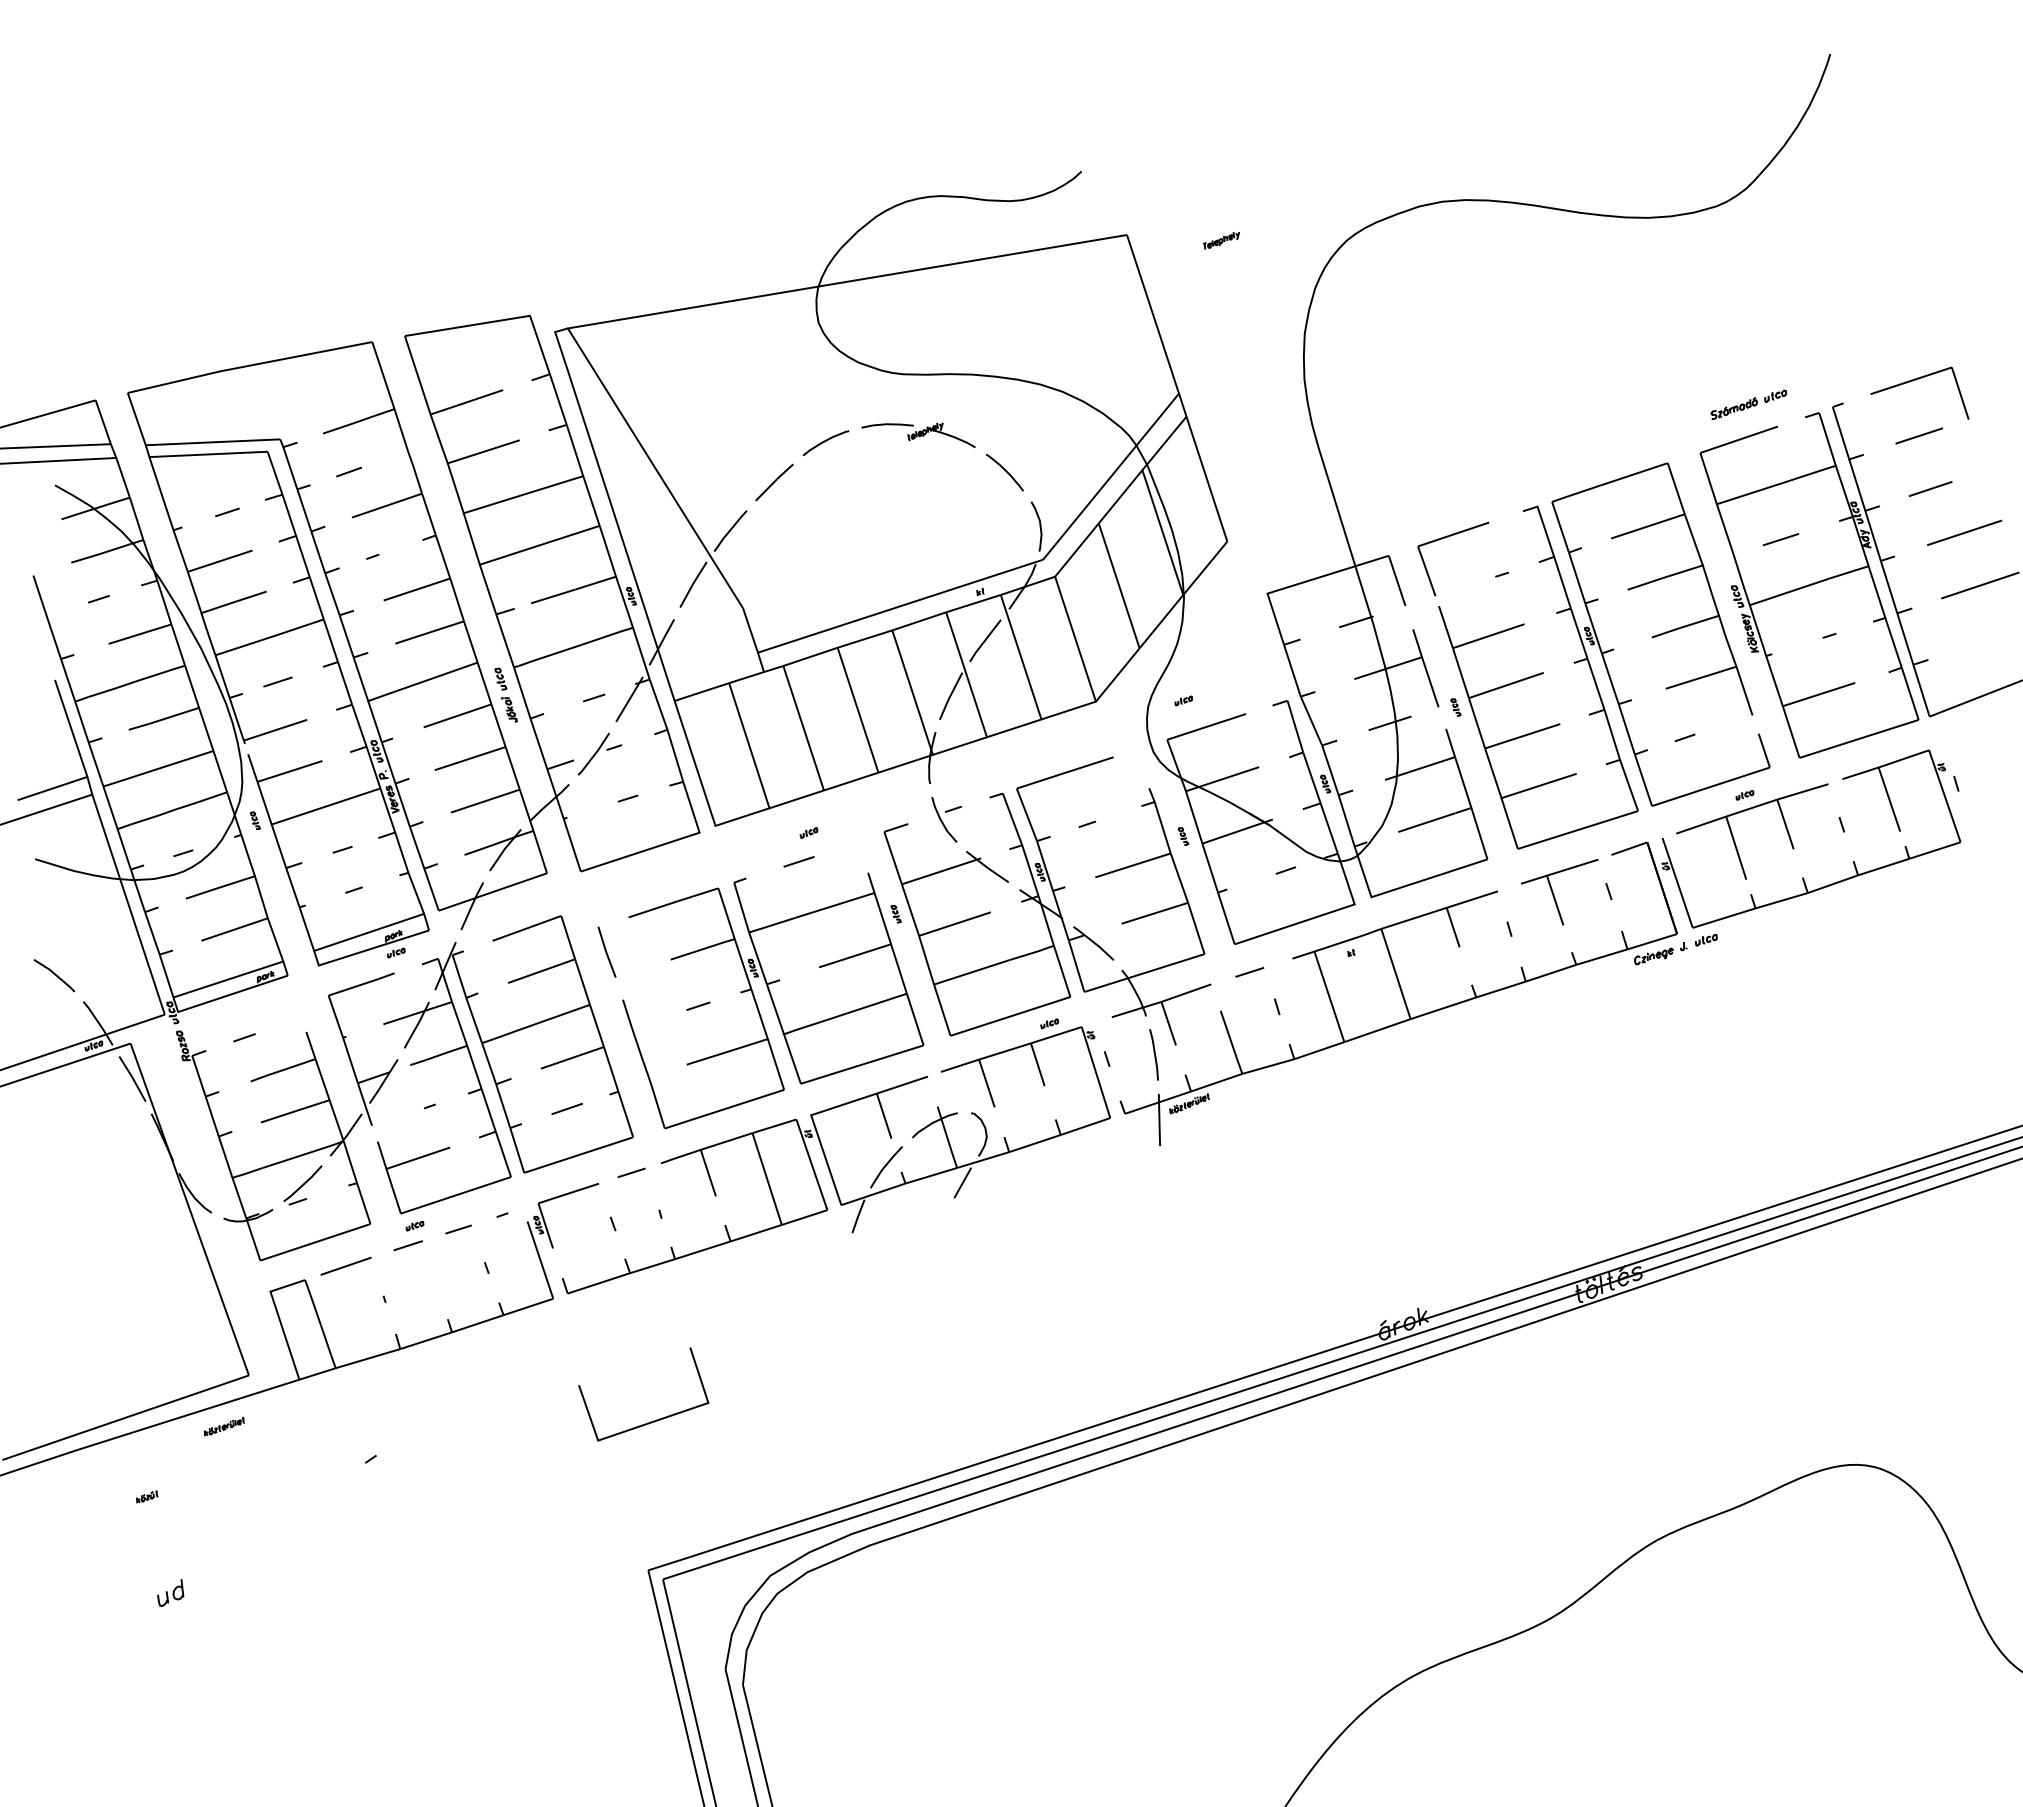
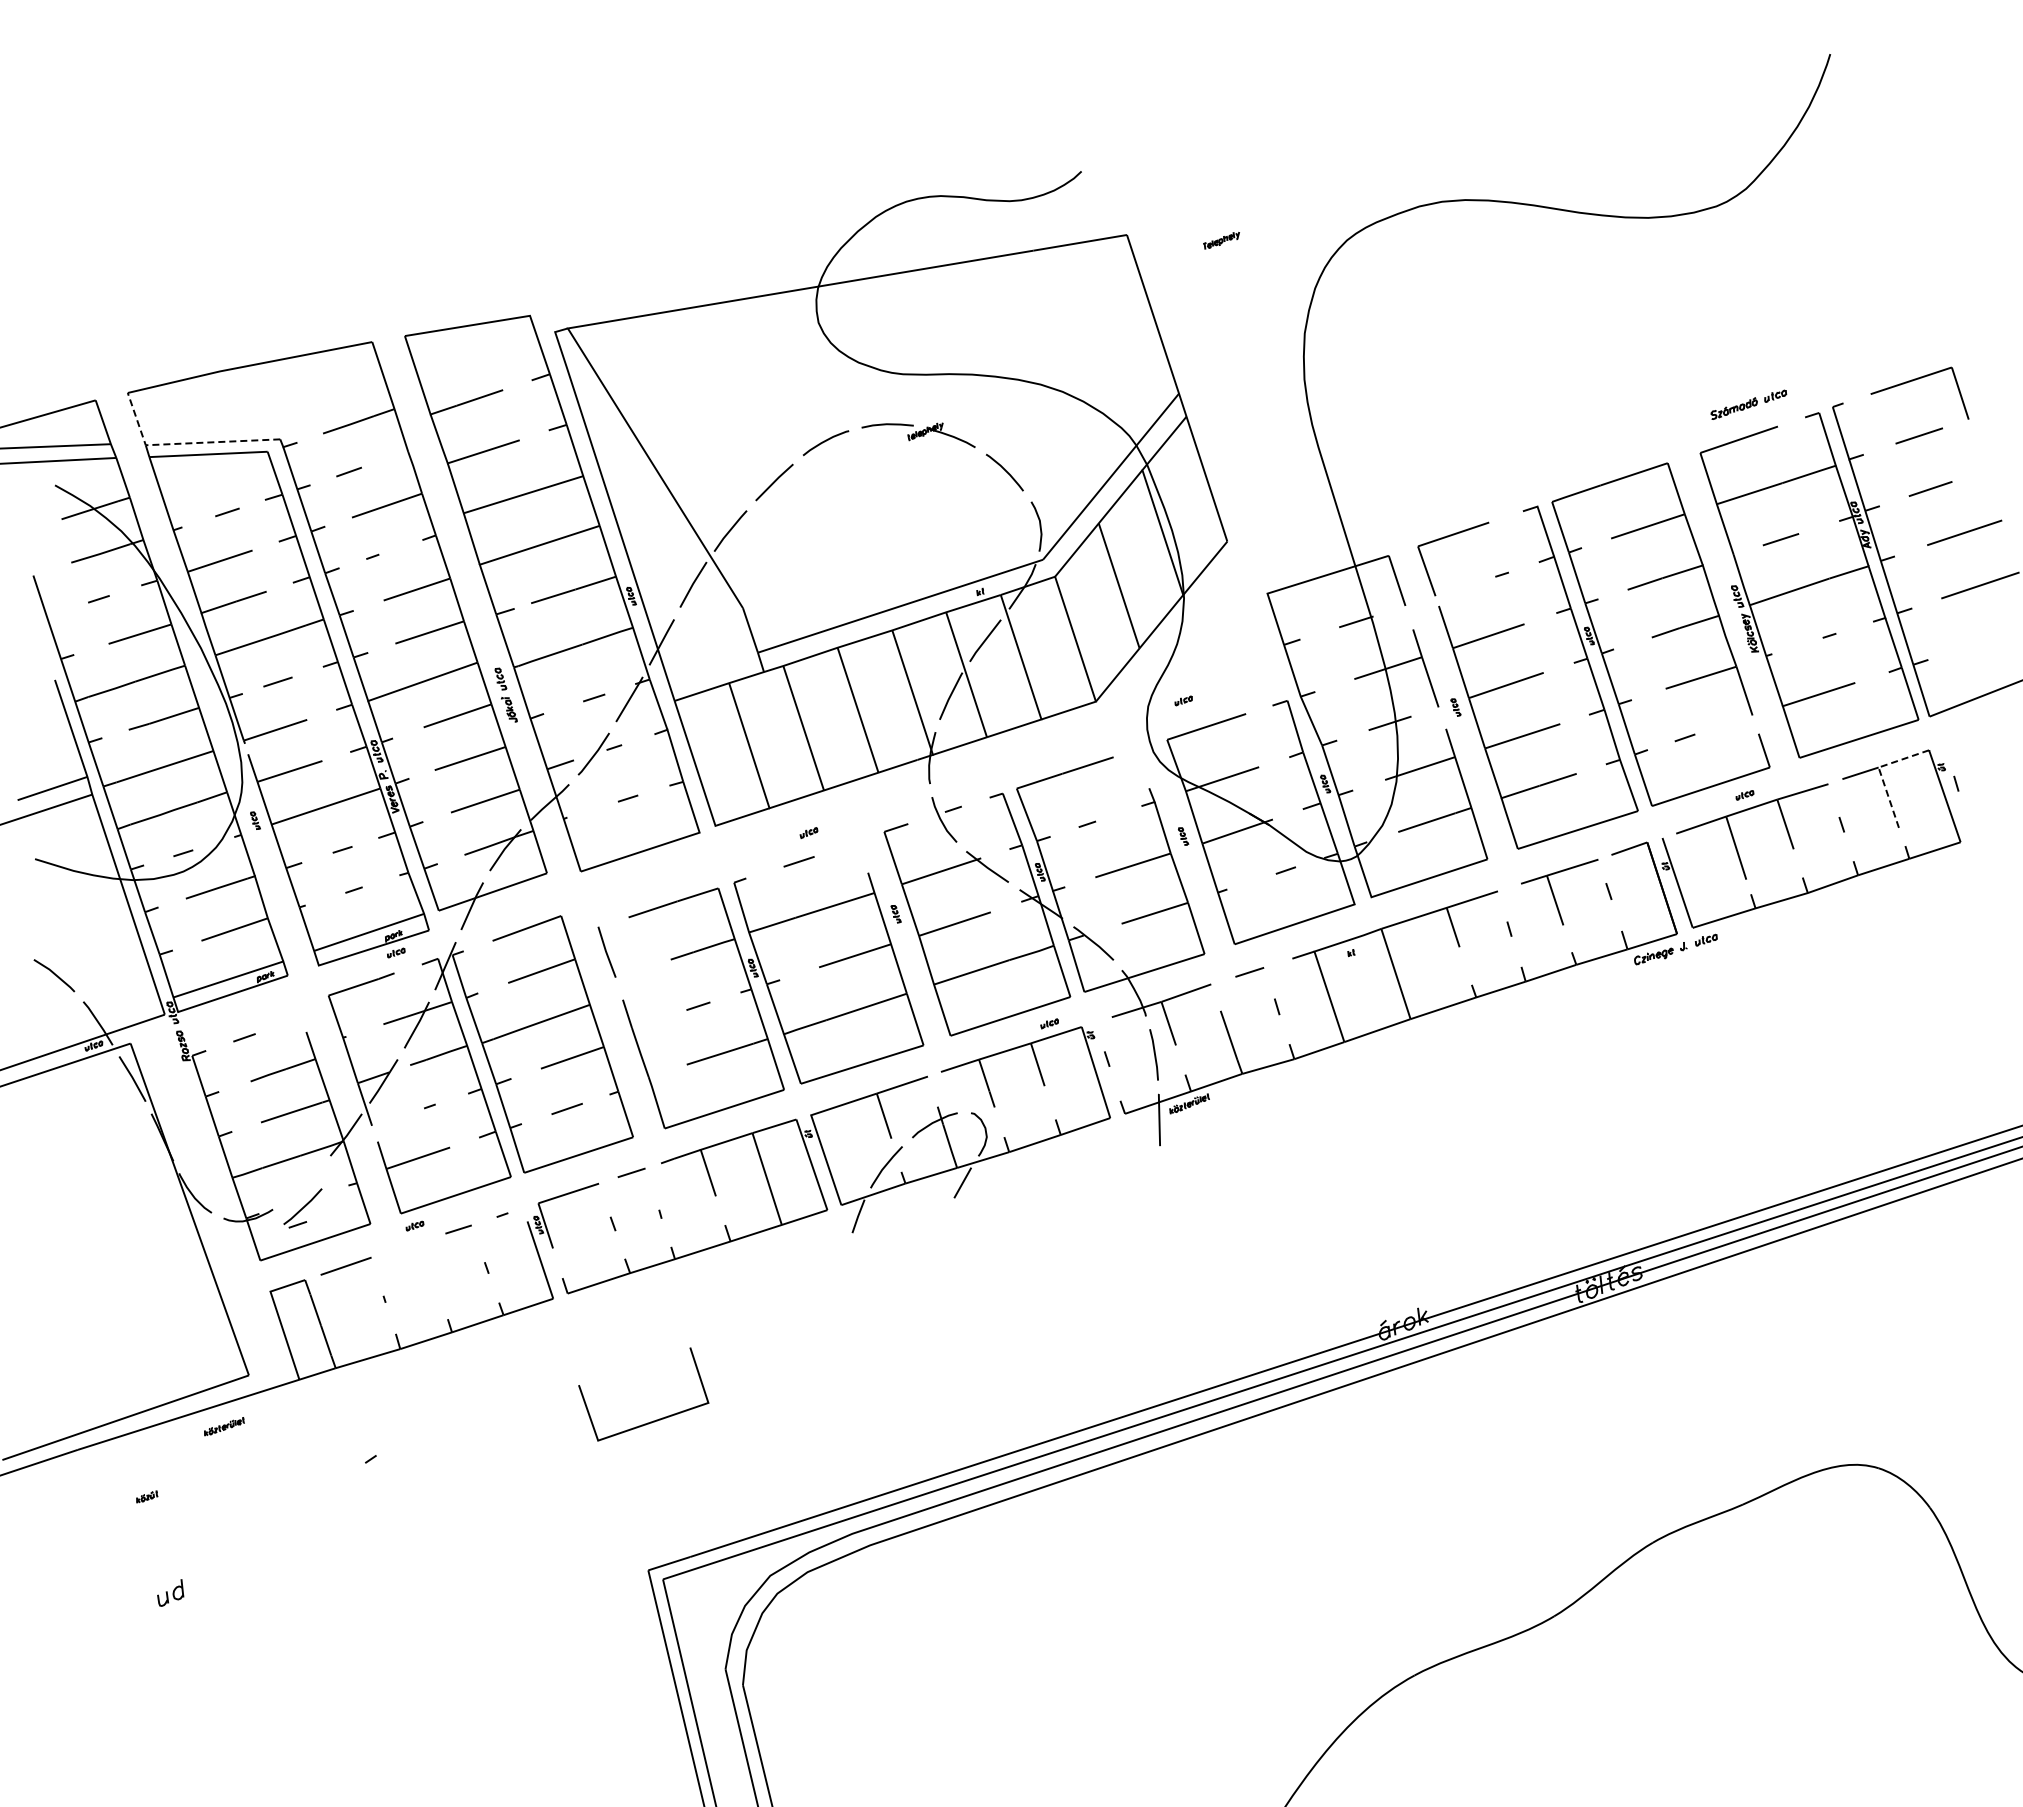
line at (184, 443): solid -> dashed
line at (1880, 774): solid -> dashed
part at (302, 1185) position: (302, 1185) -> (302, 1208)
line at (407, 1245): present -> none
